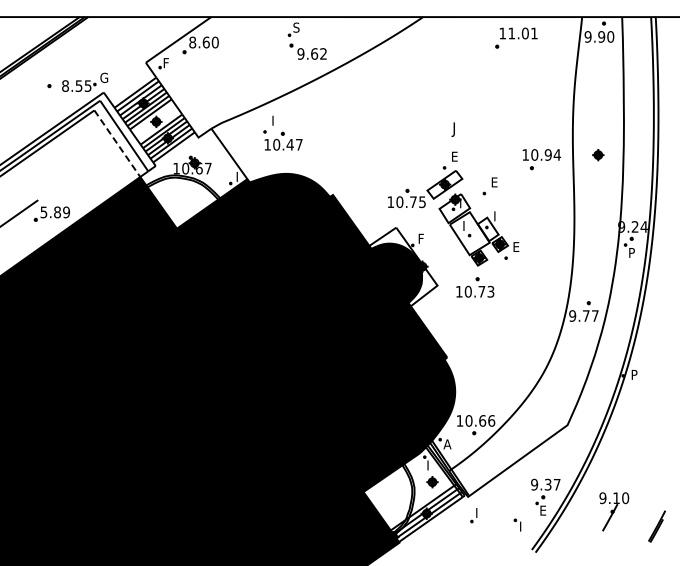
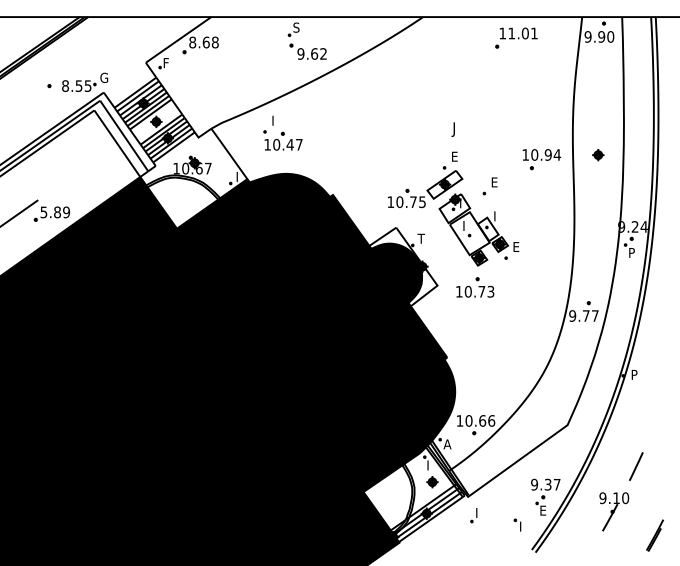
text at (214, 42): 8.60 -> 8.68
line at (117, 144): dashed -> solid
text at (420, 238): F -> T
line at (636, 466): none -> present
part at (656, 526) position: (656, 526) -> (654, 535)
